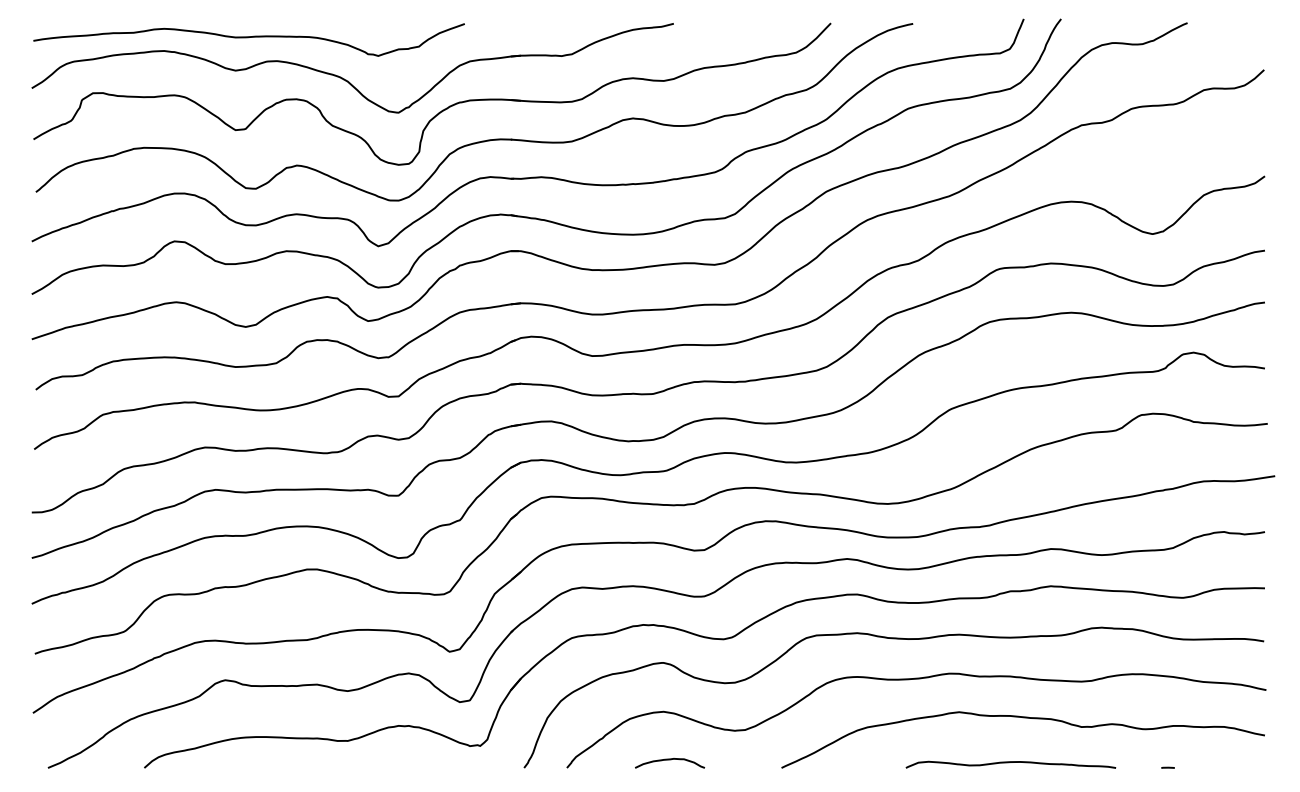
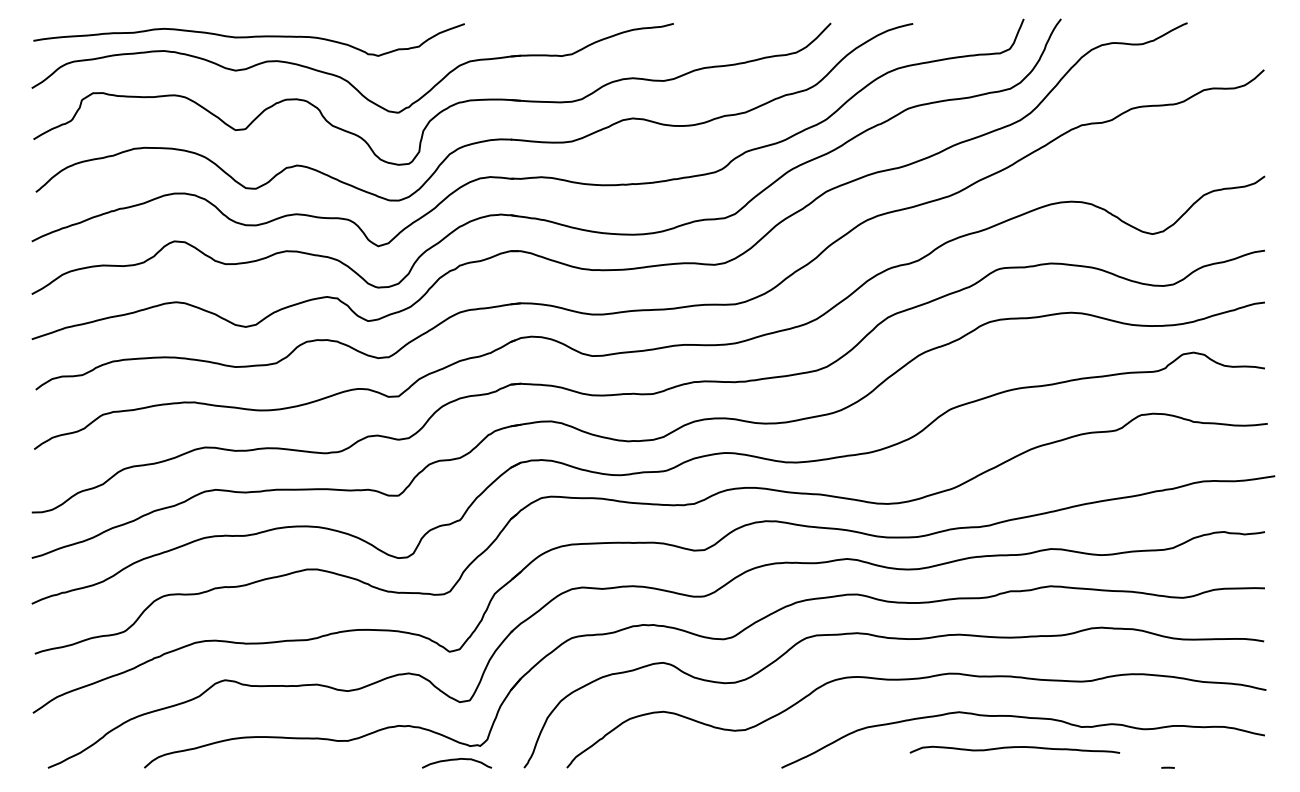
curve at (670, 760) position: (670, 760) -> (457, 760)
curve at (1009, 763) position: (1009, 763) -> (1013, 748)
